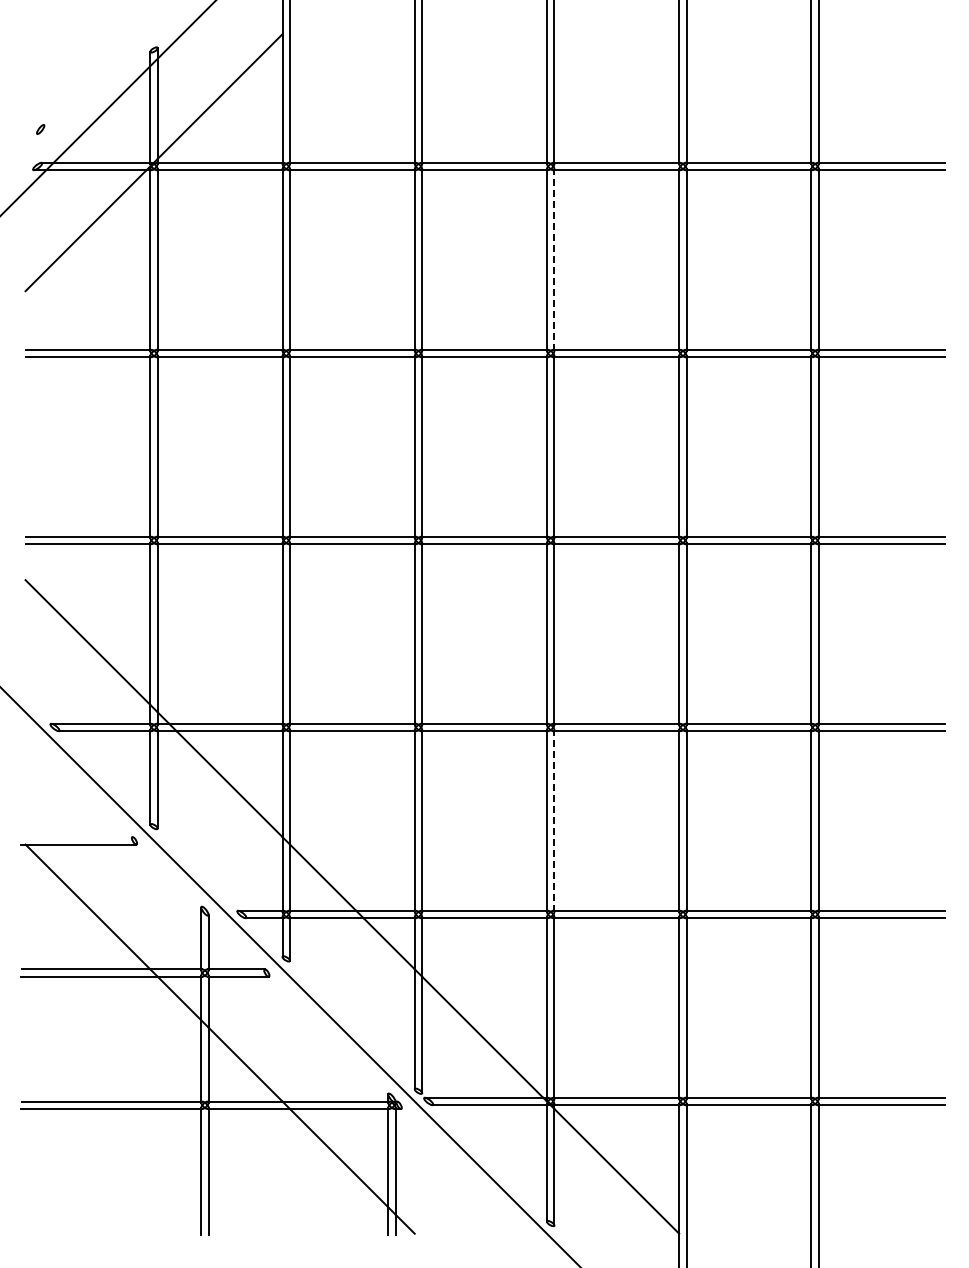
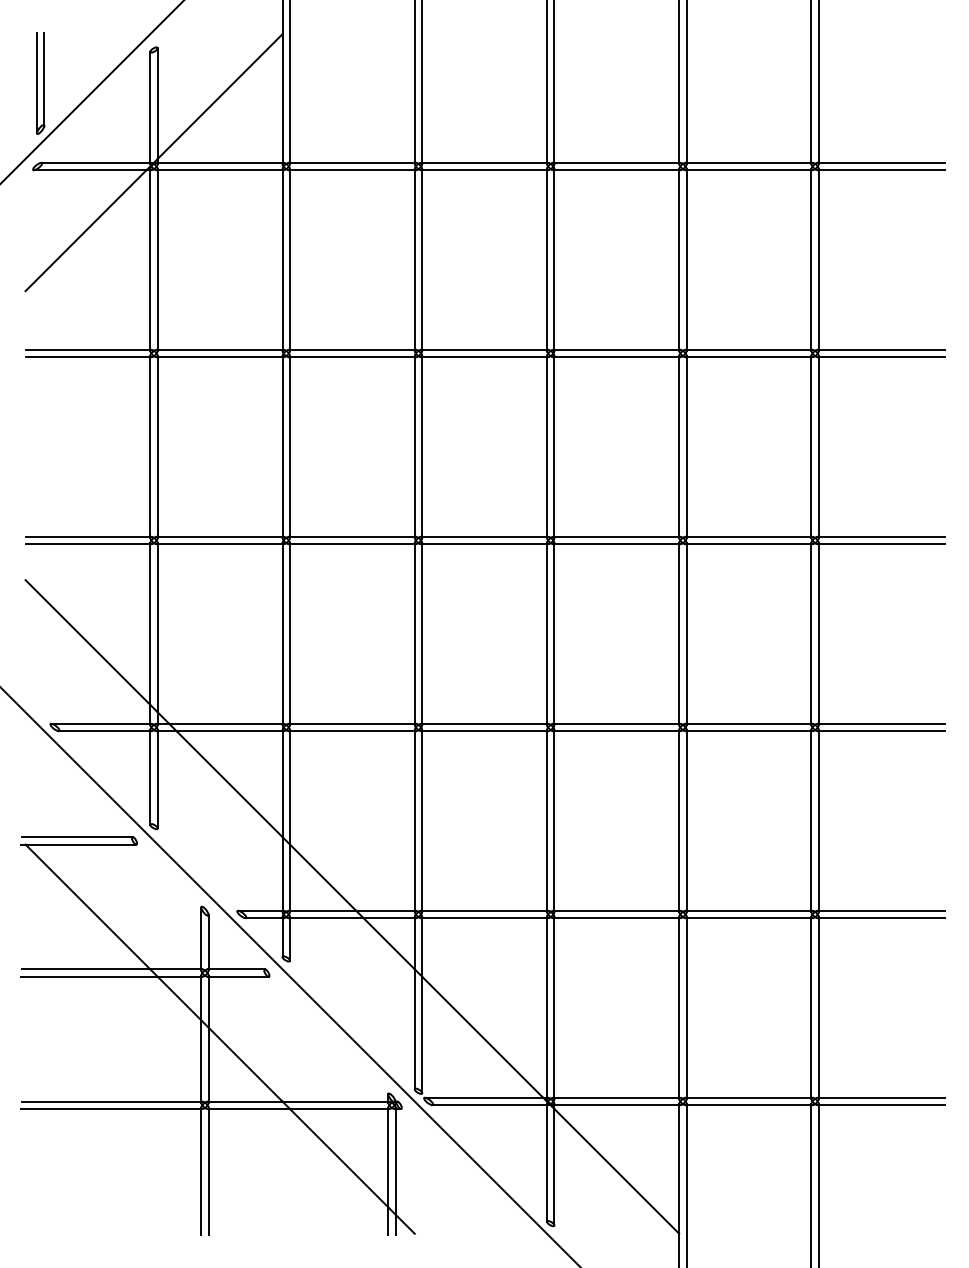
line at (44, 79): none -> present
line at (36, 83): none -> present
line at (108, 108) position: (108, 108) -> (91, 92)
line at (554, 260): dashed -> solid
line at (554, 820): dashed -> solid
line at (76, 837): none -> present
